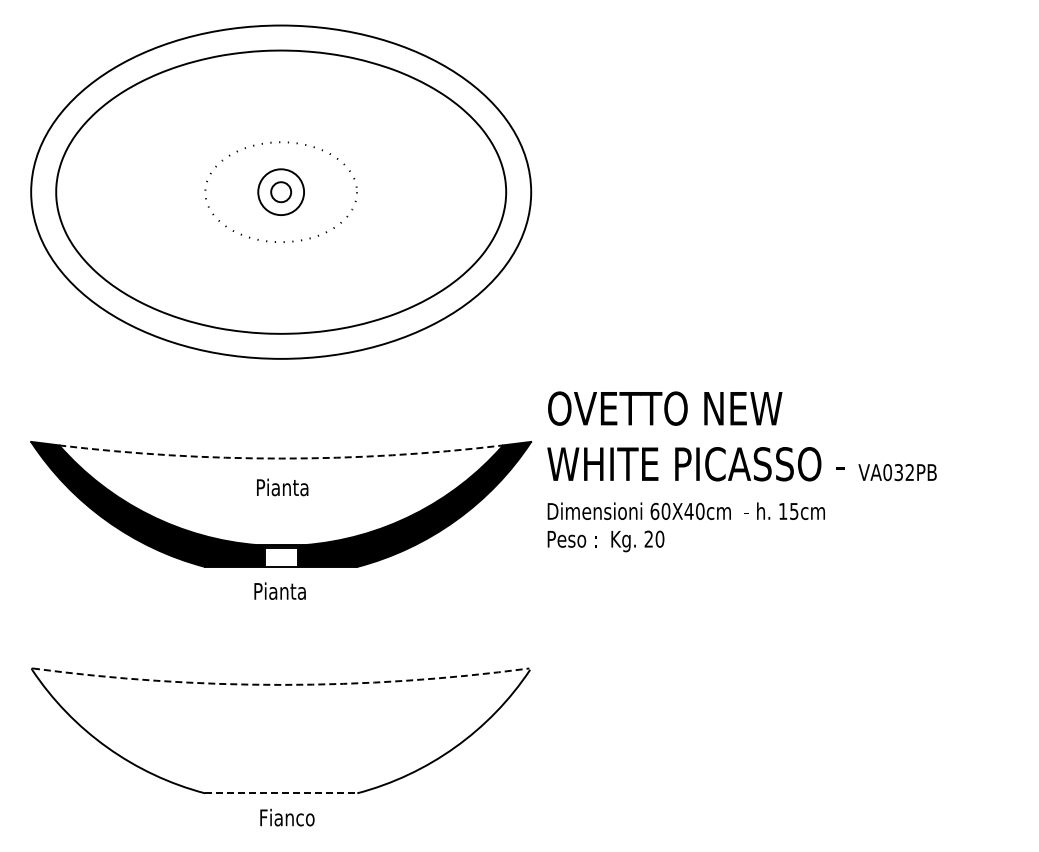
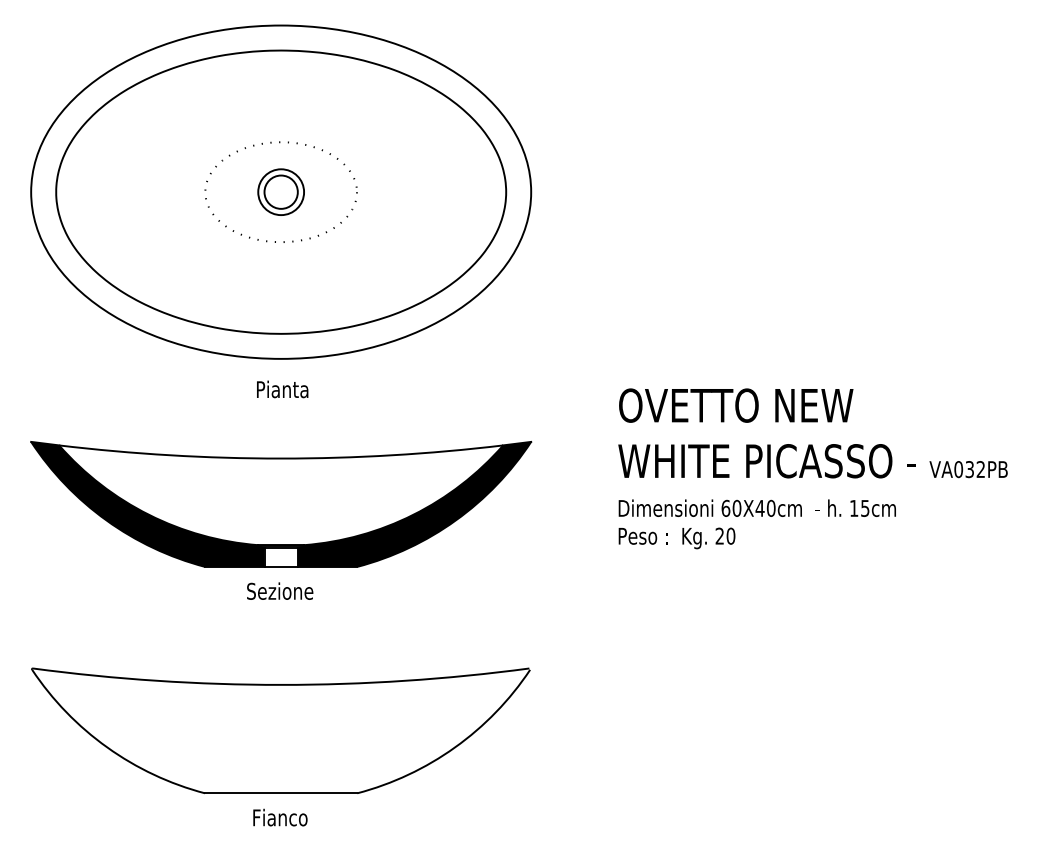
circle at (281, 192) diameter: 20 px -> 33 px
arc at (281, 458): dashed -> solid
text at (741, 471) position: (741, 471) -> (812, 468)
text at (282, 487) position: (282, 487) -> (282, 389)
text at (280, 590): Pianta -> Sezione
arc at (281, 684): dashed -> solid
line at (281, 793): dashed -> solid
text at (287, 817) position: (287, 817) -> (280, 817)
